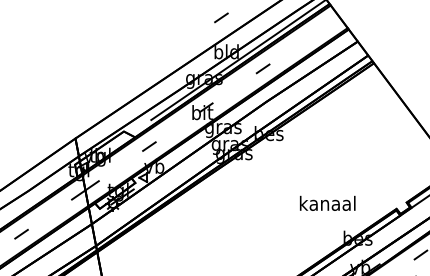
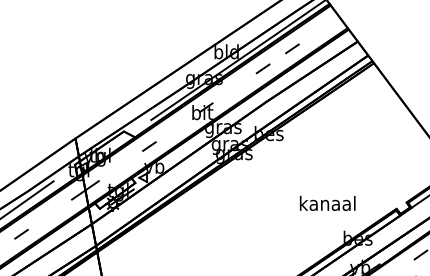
line at (221, 17) position: (221, 17) -> (292, 48)
line at (27, 199): none -> present
